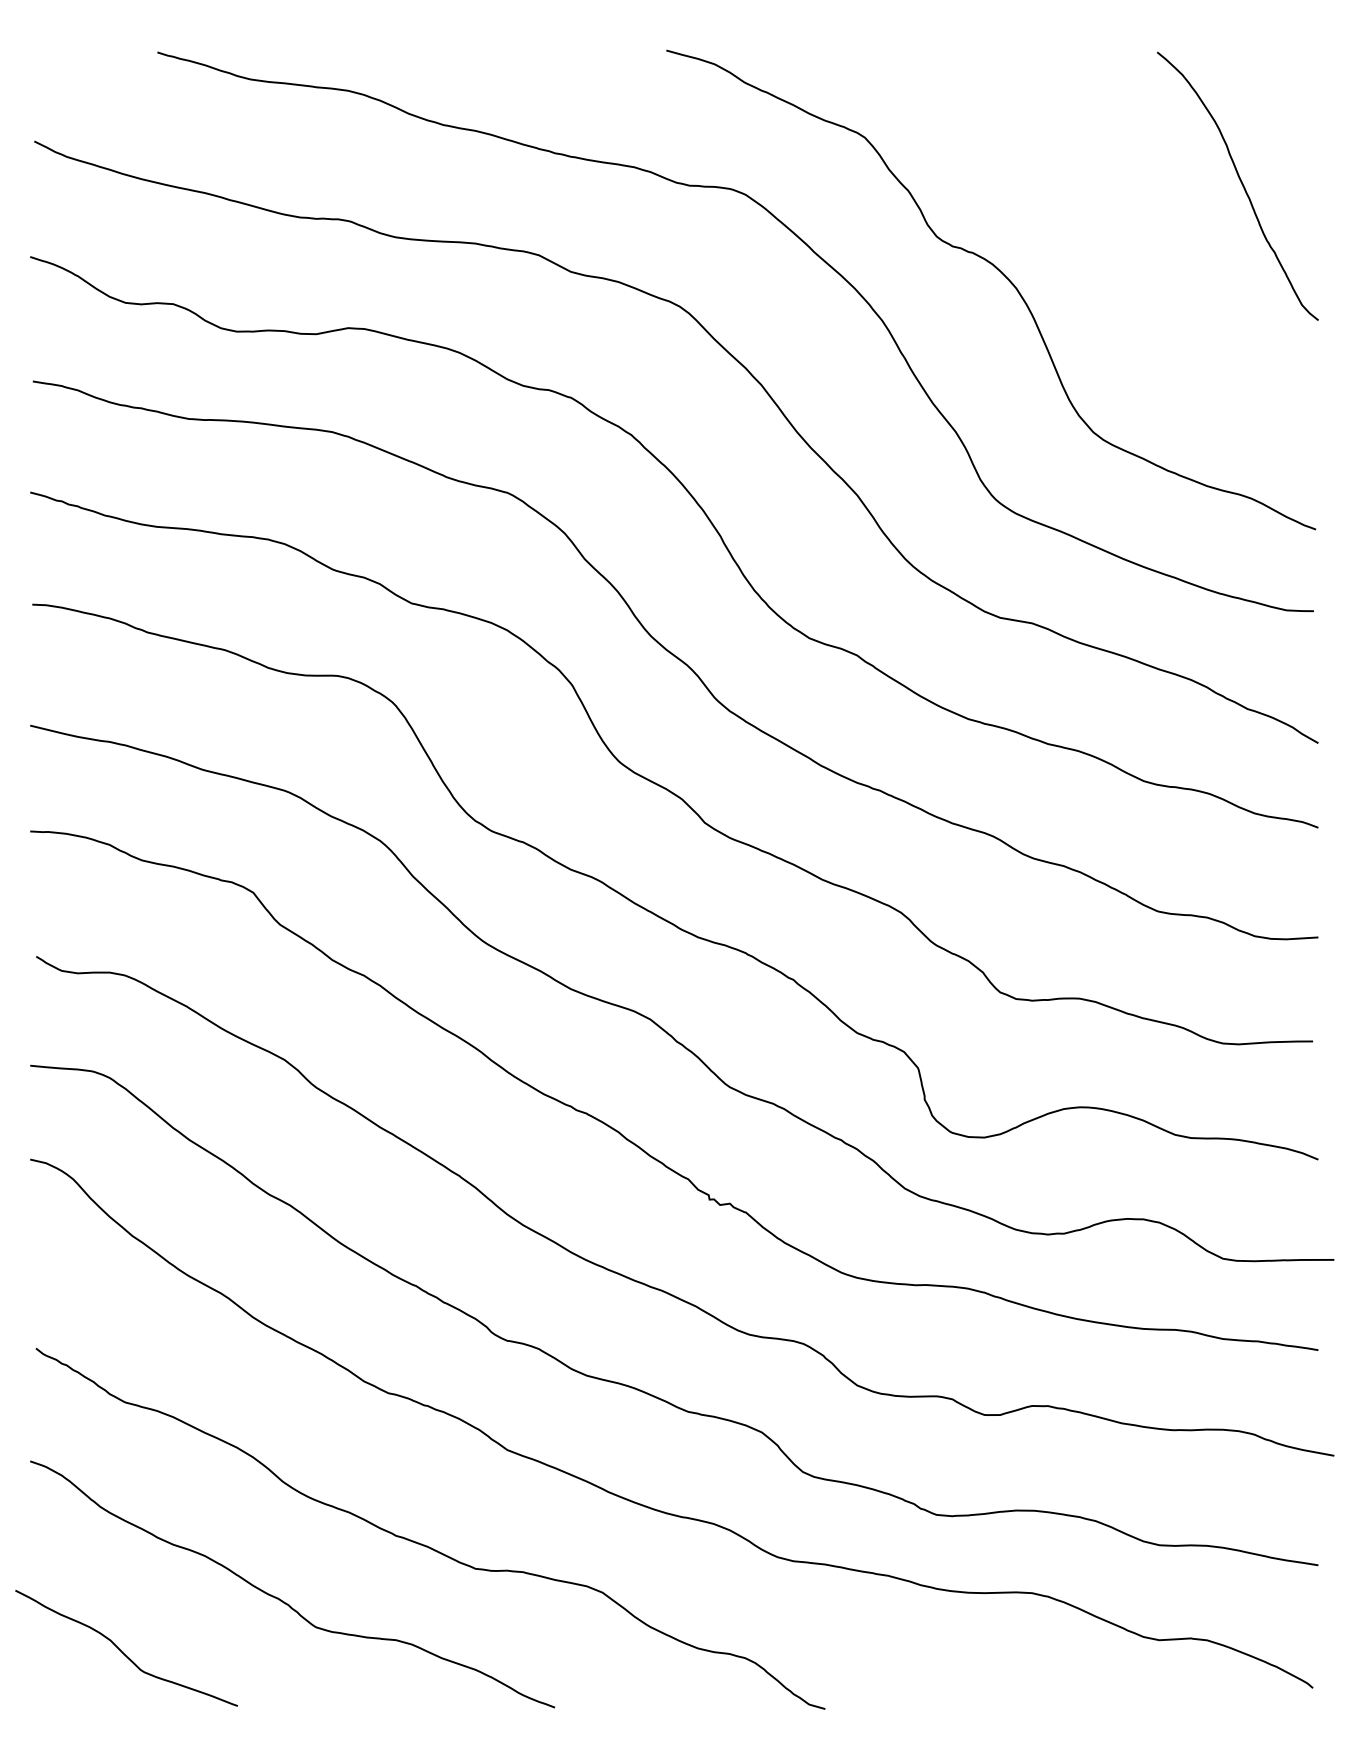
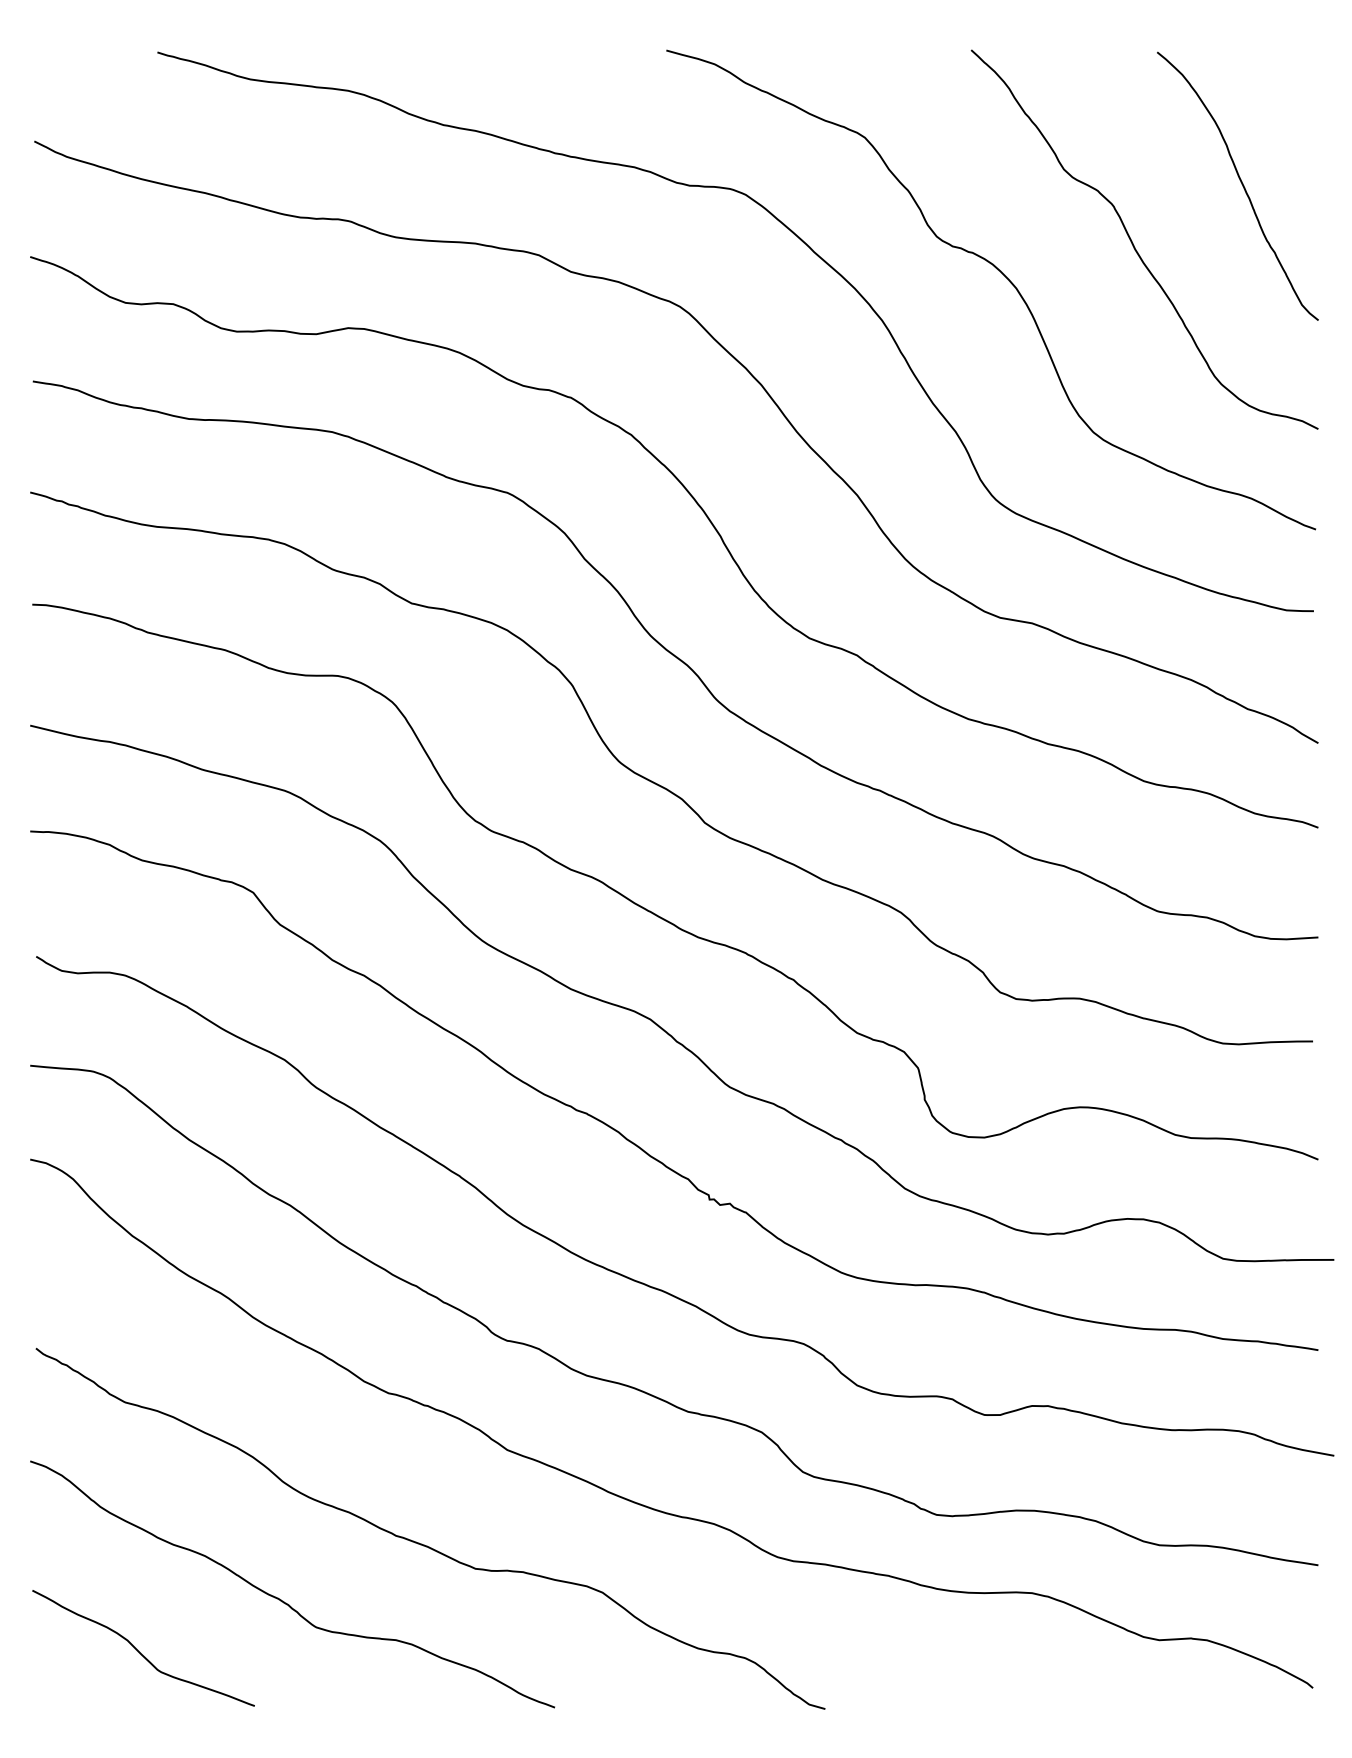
curve at (1134, 245): none -> present
curve at (122, 1651) position: (122, 1651) -> (139, 1651)
